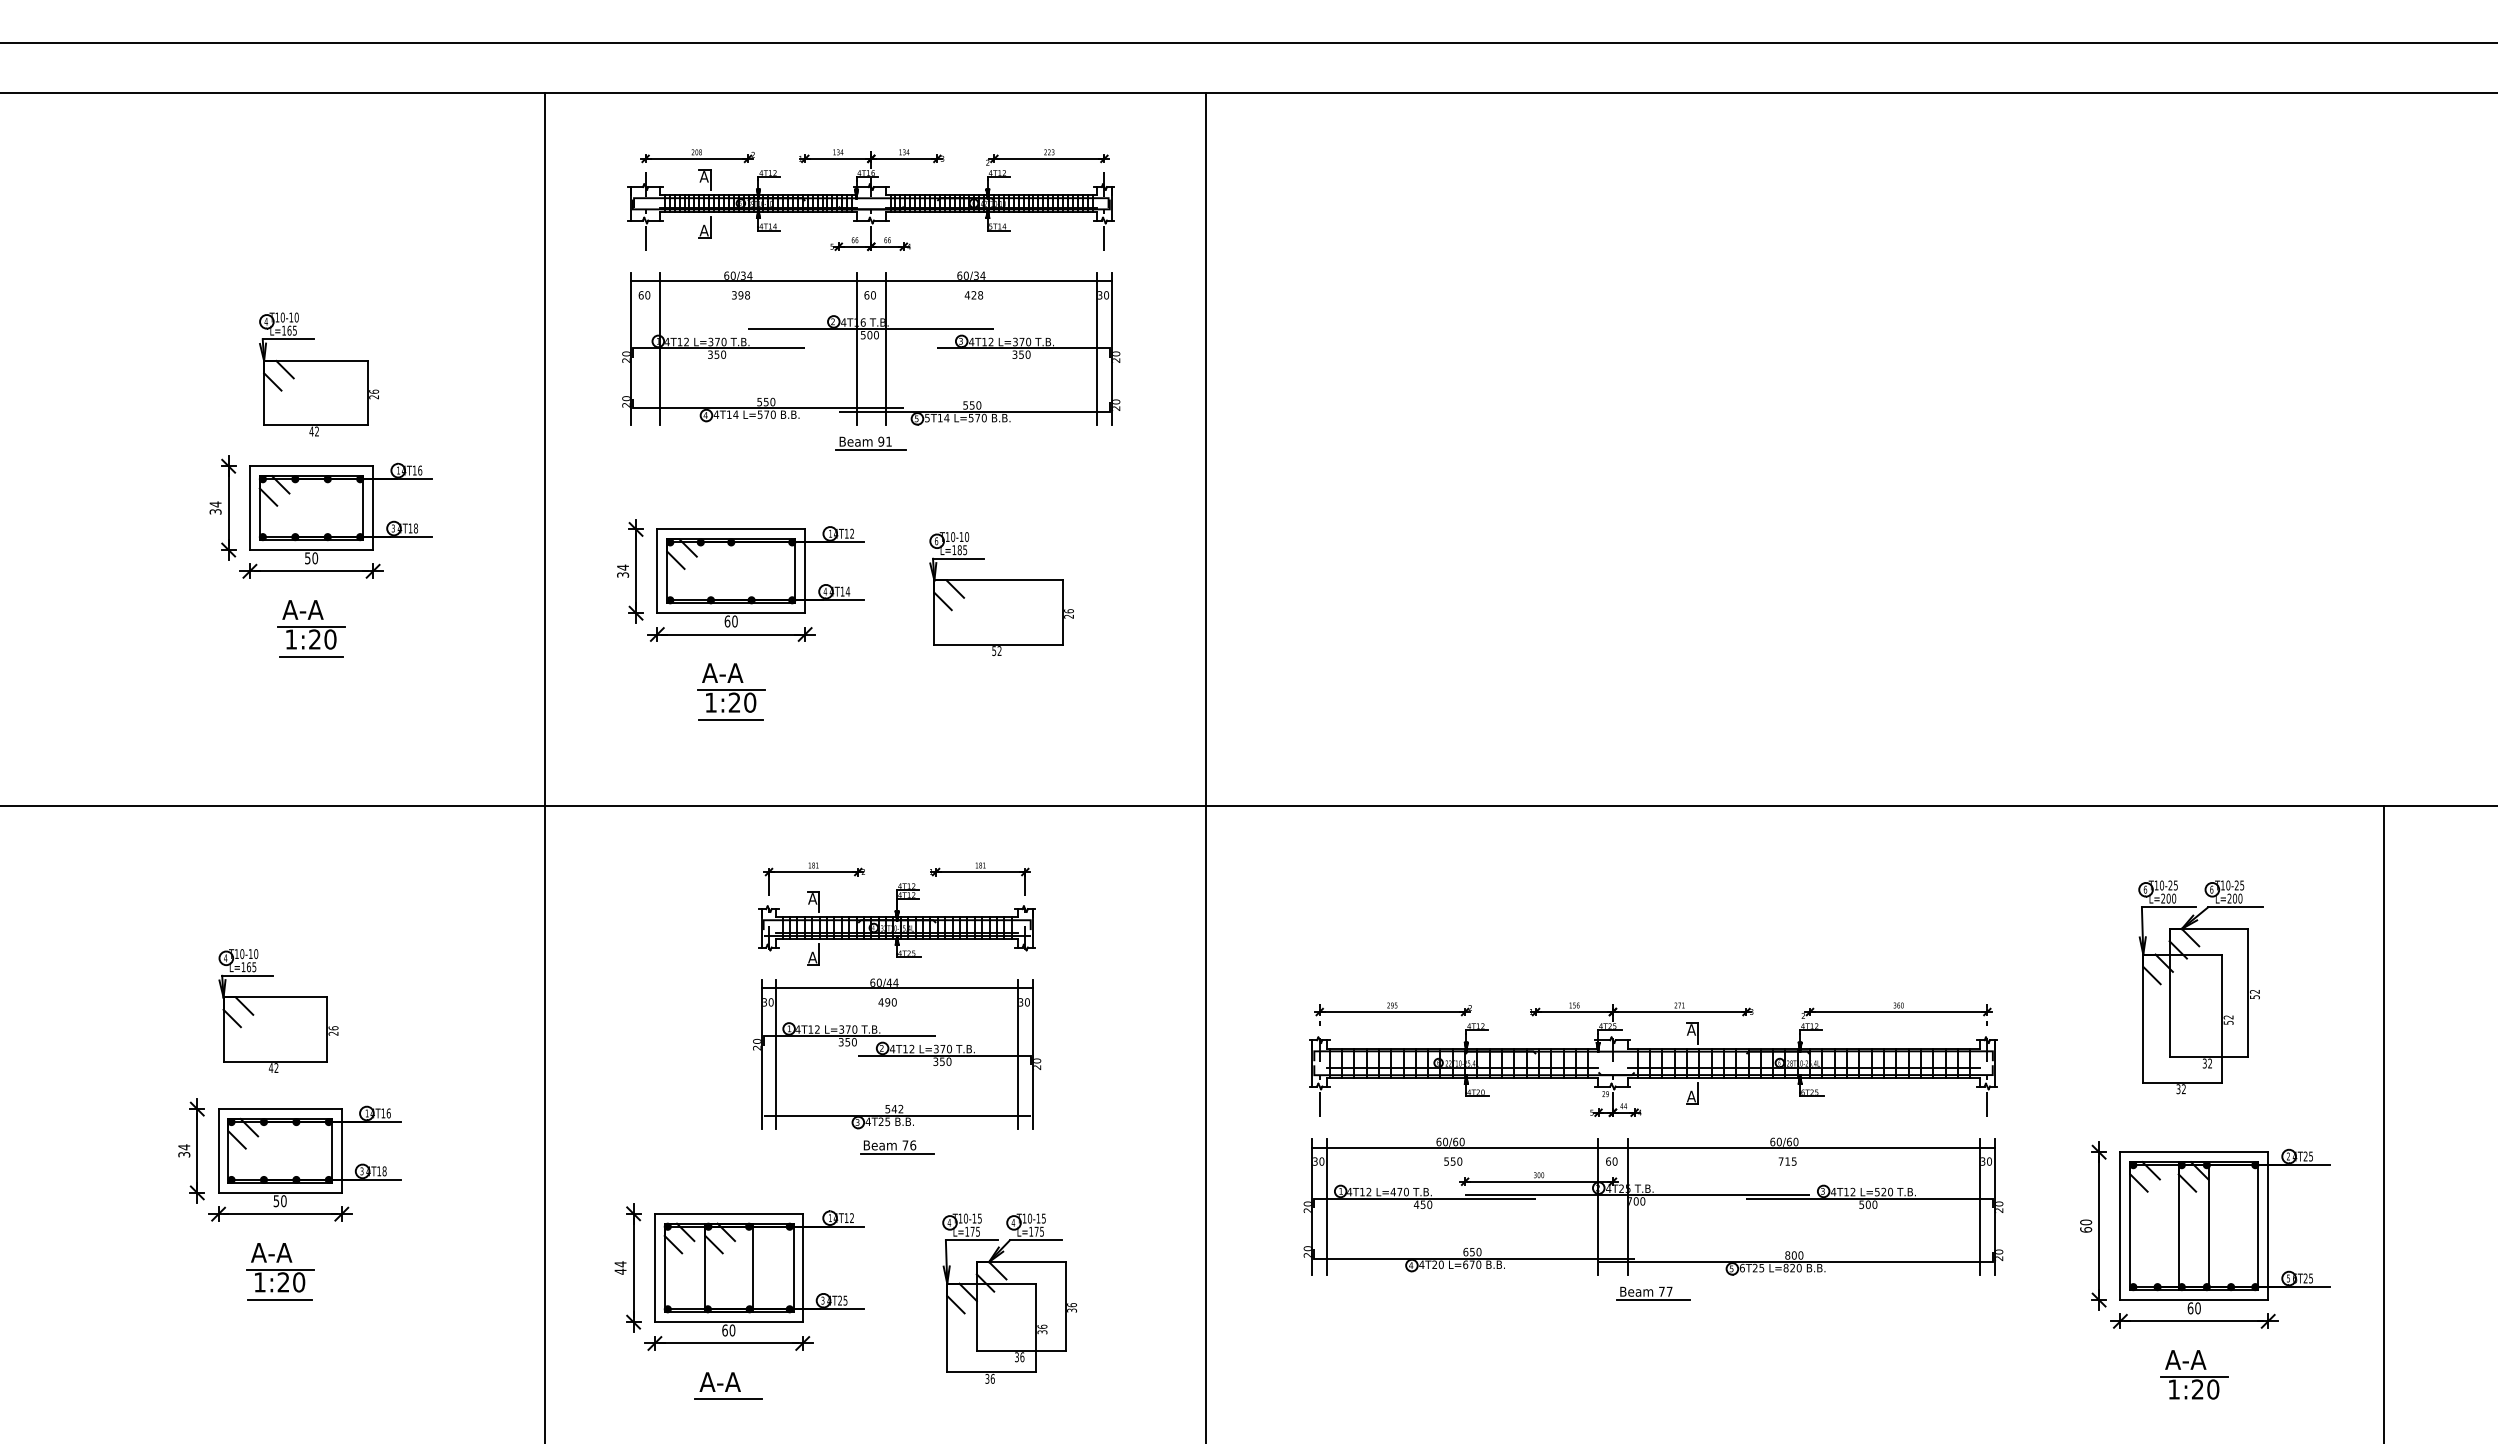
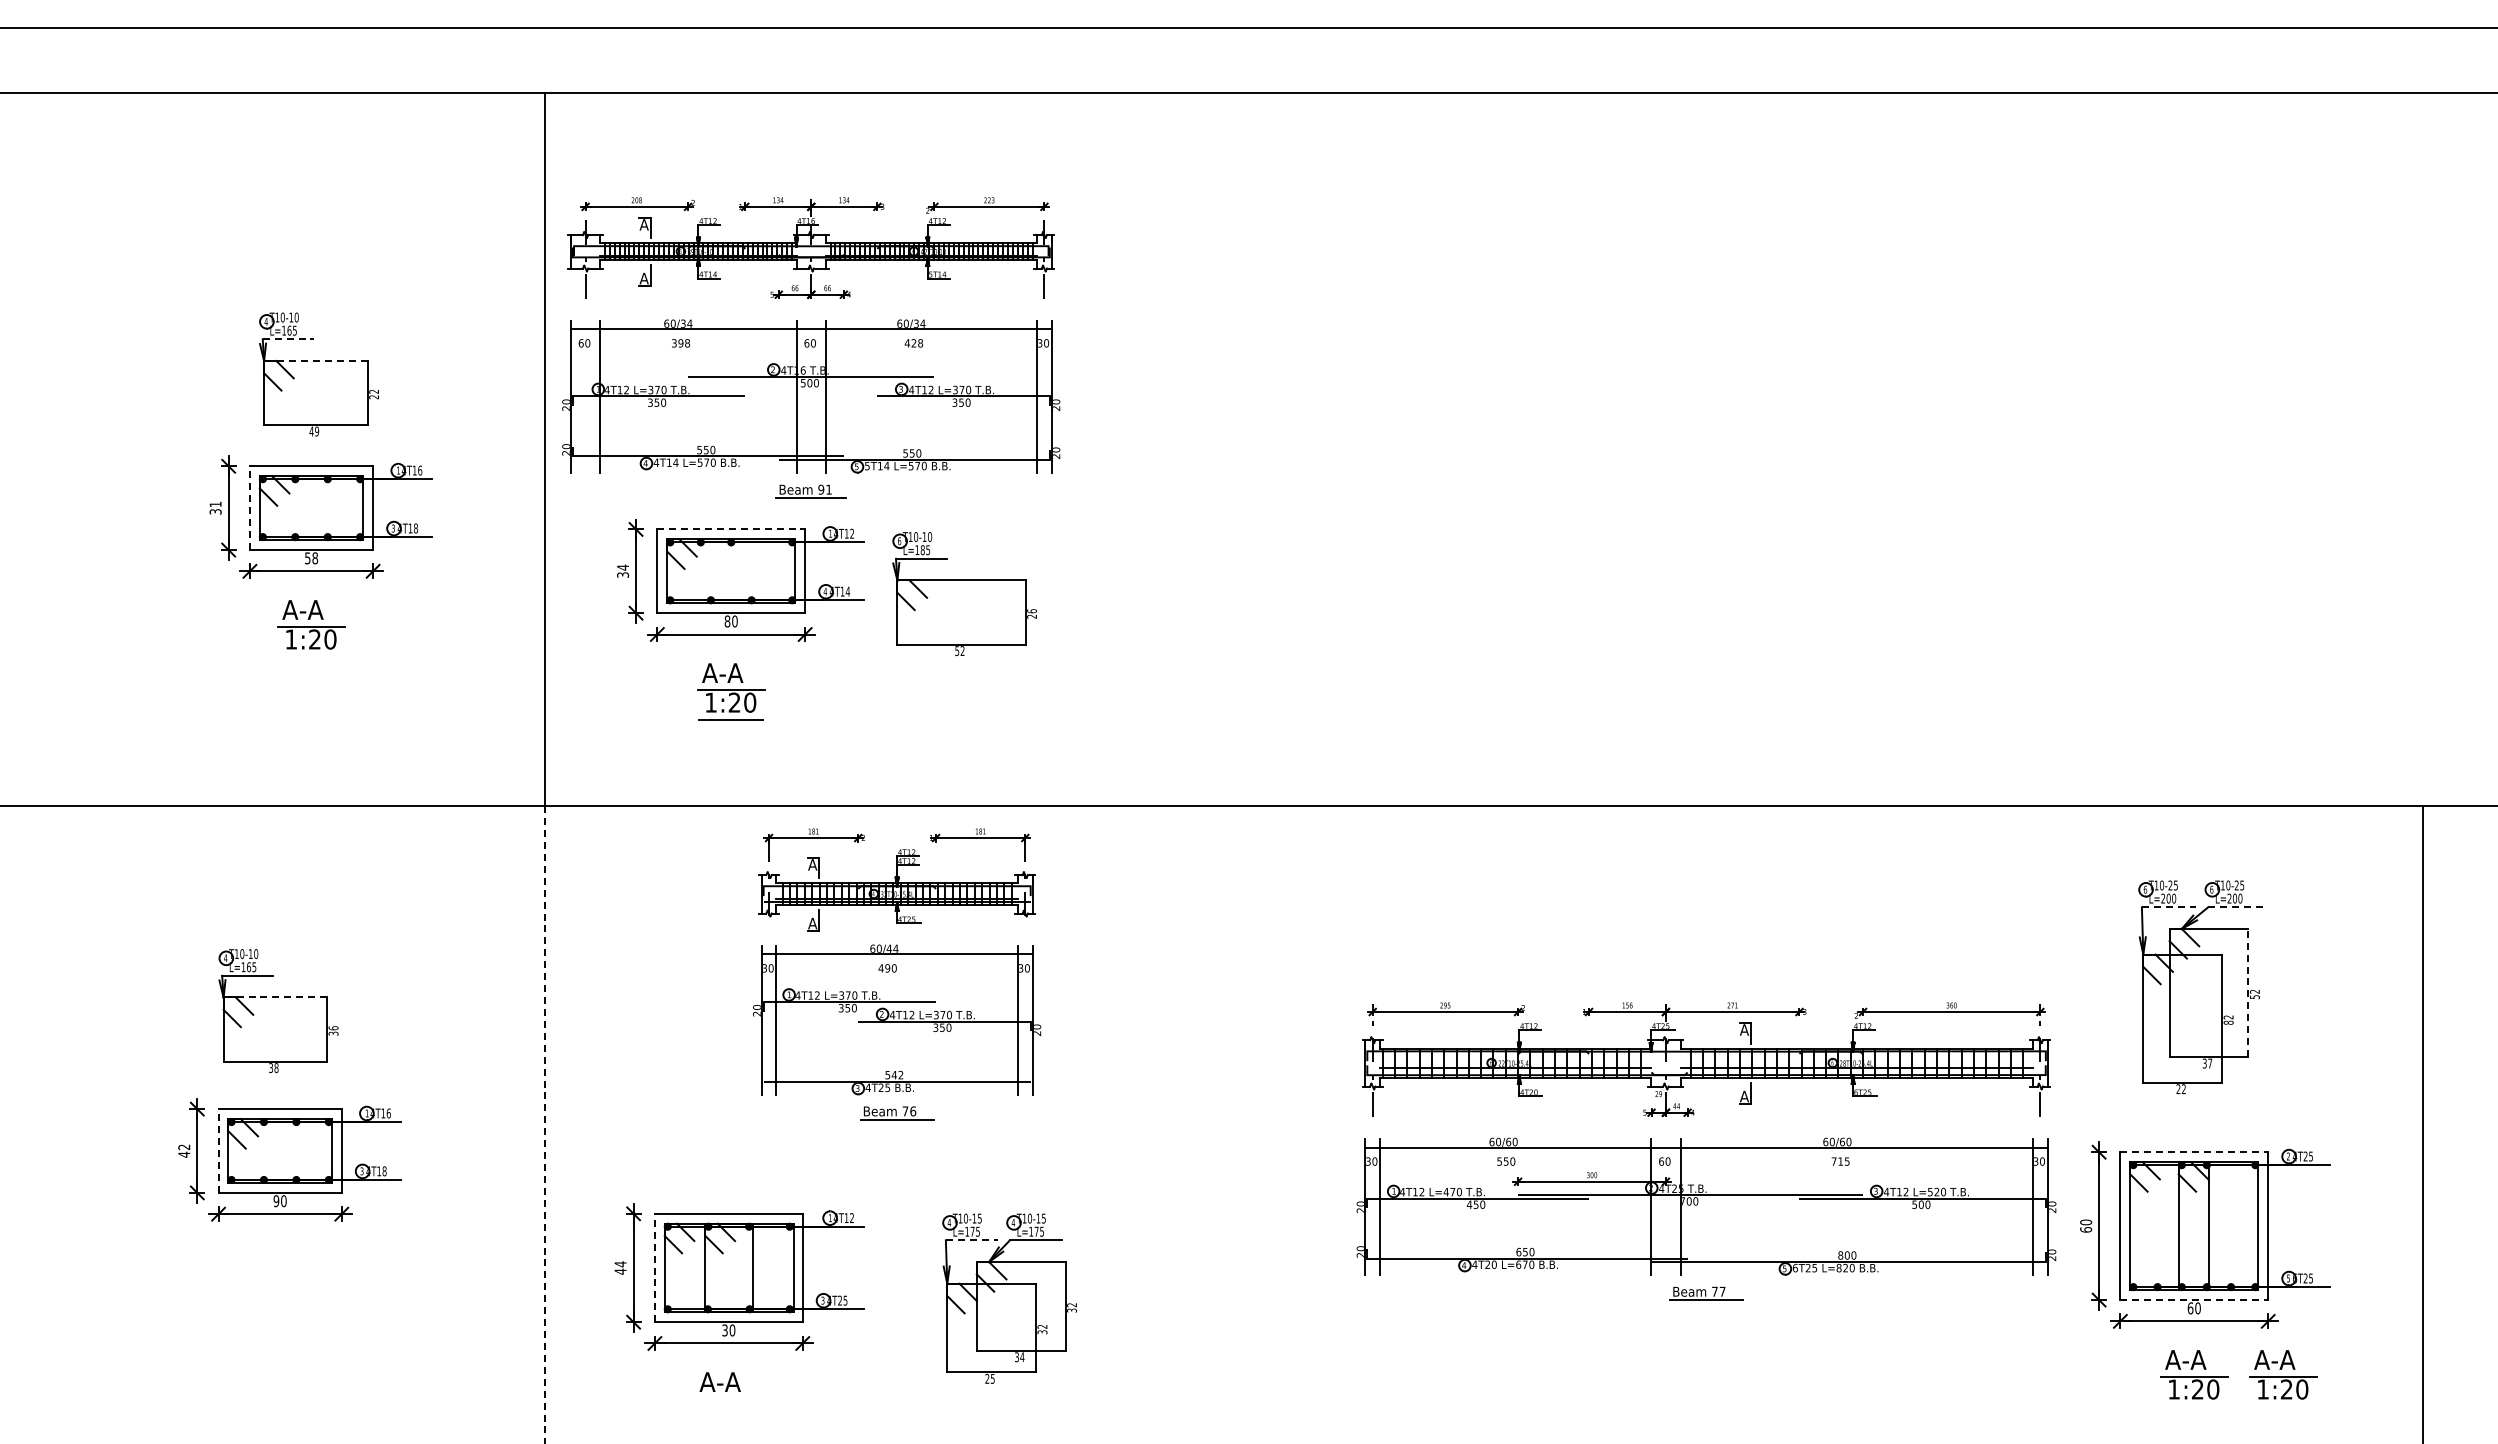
line at (1248, 43) position: (1248, 43) -> (1248, 28)
part at (871, 299) position: (871, 299) -> (811, 347)
line at (288, 339): solid -> dashed
line at (315, 361): solid -> dashed
text at (374, 391): 26 -> 22
text at (317, 431): 42 -> 49
text at (215, 504): 34 -> 31
line at (249, 508): solid -> dashed
line at (731, 529): solid -> dashed
text at (315, 558): 50 -> 58
part at (1001, 593) position: (1001, 593) -> (964, 593)
text at (727, 621): 60 -> 80
line at (311, 656): present -> none
line at (1205, 766): present -> none
line at (2169, 907): solid -> dashed
line at (2235, 907): solid -> dashed
line at (2248, 992): solid -> dashed
line at (275, 997): solid -> dashed
part at (897, 1008) position: (897, 1008) -> (897, 974)
text at (2228, 1022): 52 -> 82
text at (333, 1033): 26 -> 36
text at (2210, 1063): 32 -> 37
text at (273, 1068): 42 -> 38
text at (2178, 1089): 32 -> 22
line at (2384, 1123) position: (2384, 1123) -> (2423, 1123)
line at (544, 1125): solid -> dashed
text at (184, 1150): 34 -> 42
line at (218, 1151): solid -> dashed
part at (1653, 1151) position: (1653, 1151) -> (1706, 1151)
line at (2194, 1152): solid -> dashed
text at (276, 1200): 50 -> 90
line at (972, 1240): solid -> dashed
line at (654, 1267): solid -> dashed
part at (280, 1271): present -> none
line at (2194, 1300): solid -> dashed
text at (1071, 1305): 36 -> 32
text at (1042, 1326): 36 -> 32
text at (724, 1330): 60 -> 30
text at (1022, 1357): 36 -> 34
part at (2283, 1374): none -> present
text at (989, 1378): 36 -> 25
line at (728, 1399): present -> none
